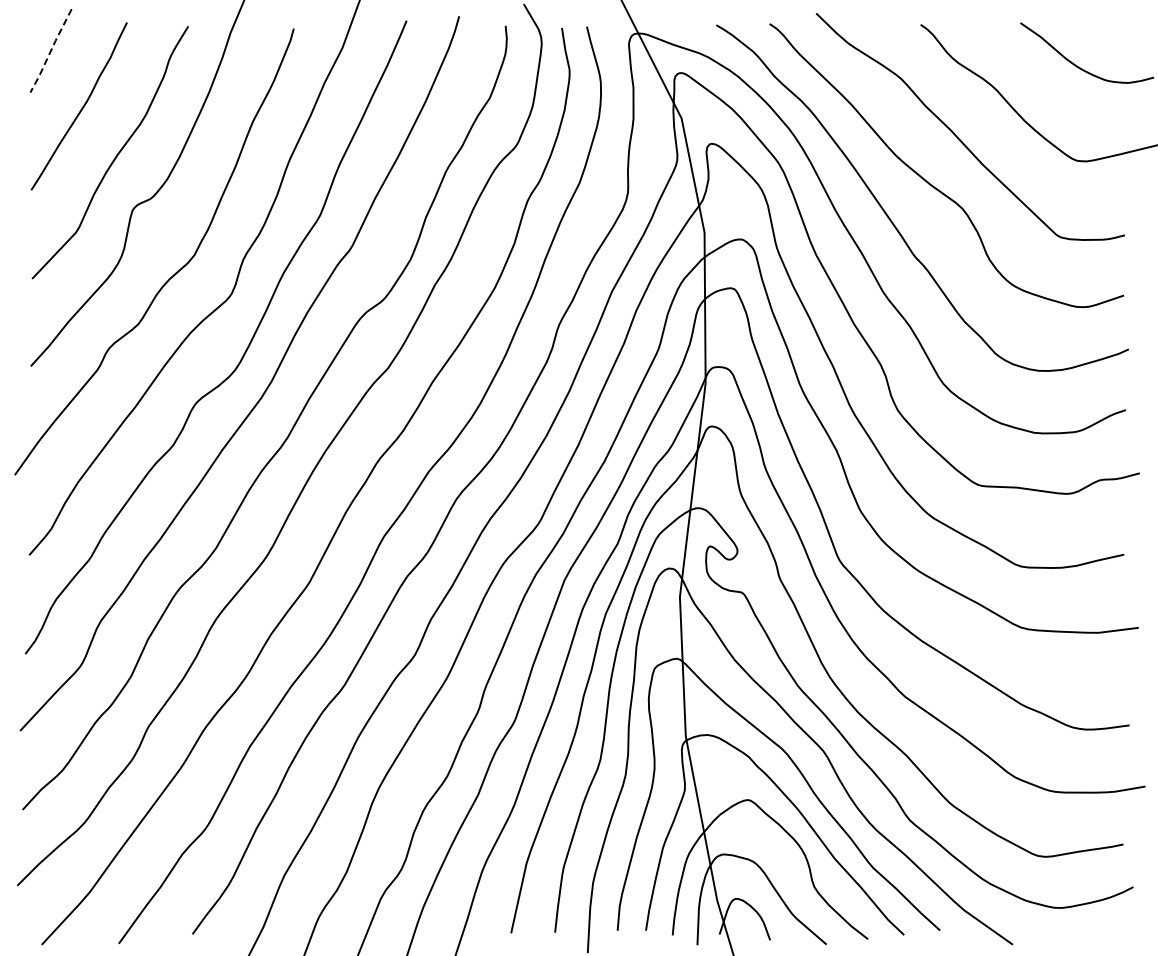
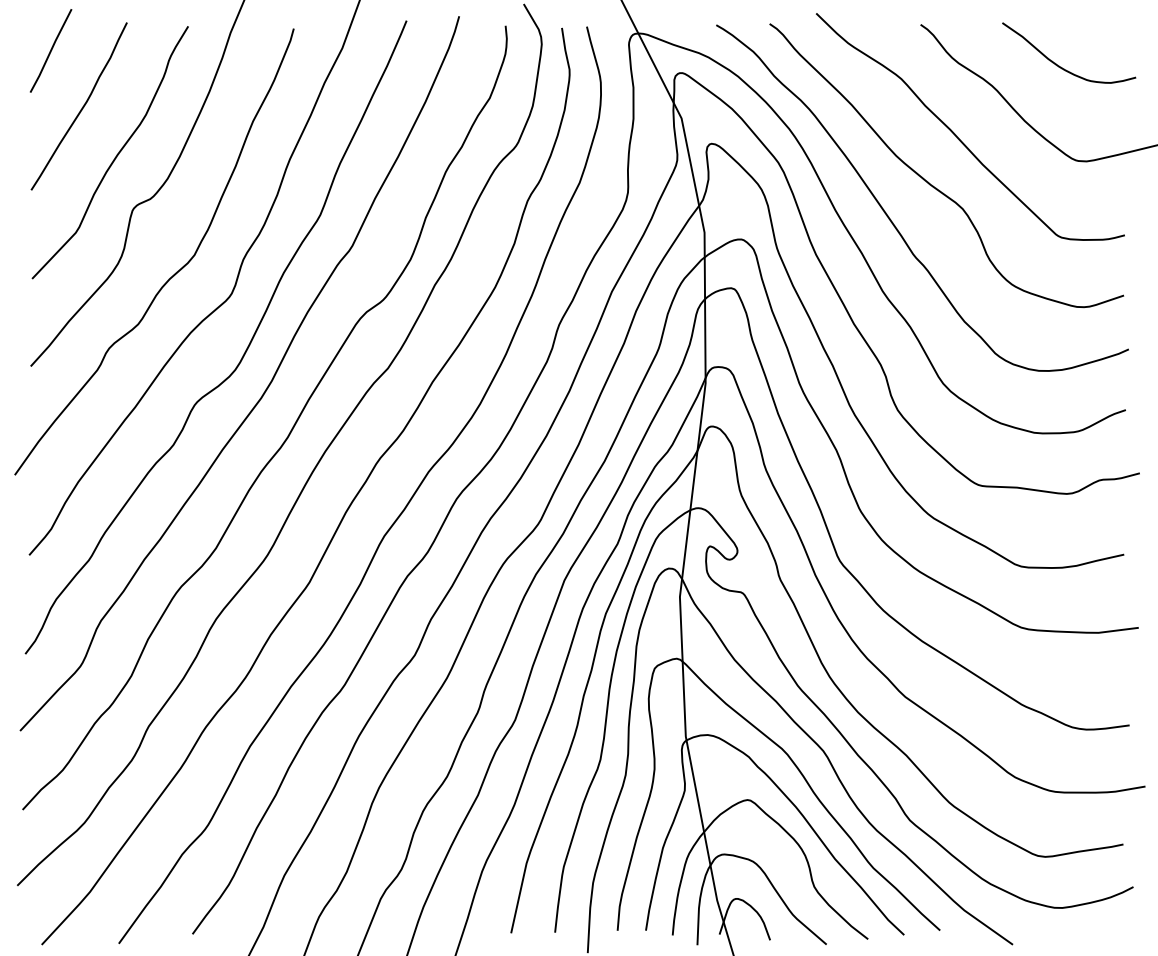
line at (50, 51): dashed -> solid
curve at (1077, 65) position: (1077, 65) -> (1059, 65)
